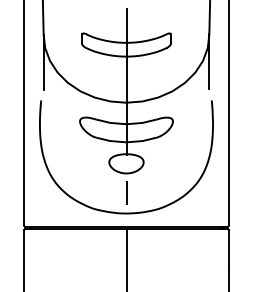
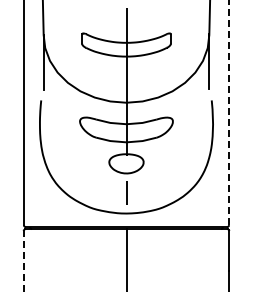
line at (229, 112): solid -> dashed
line at (23, 261): solid -> dashed
